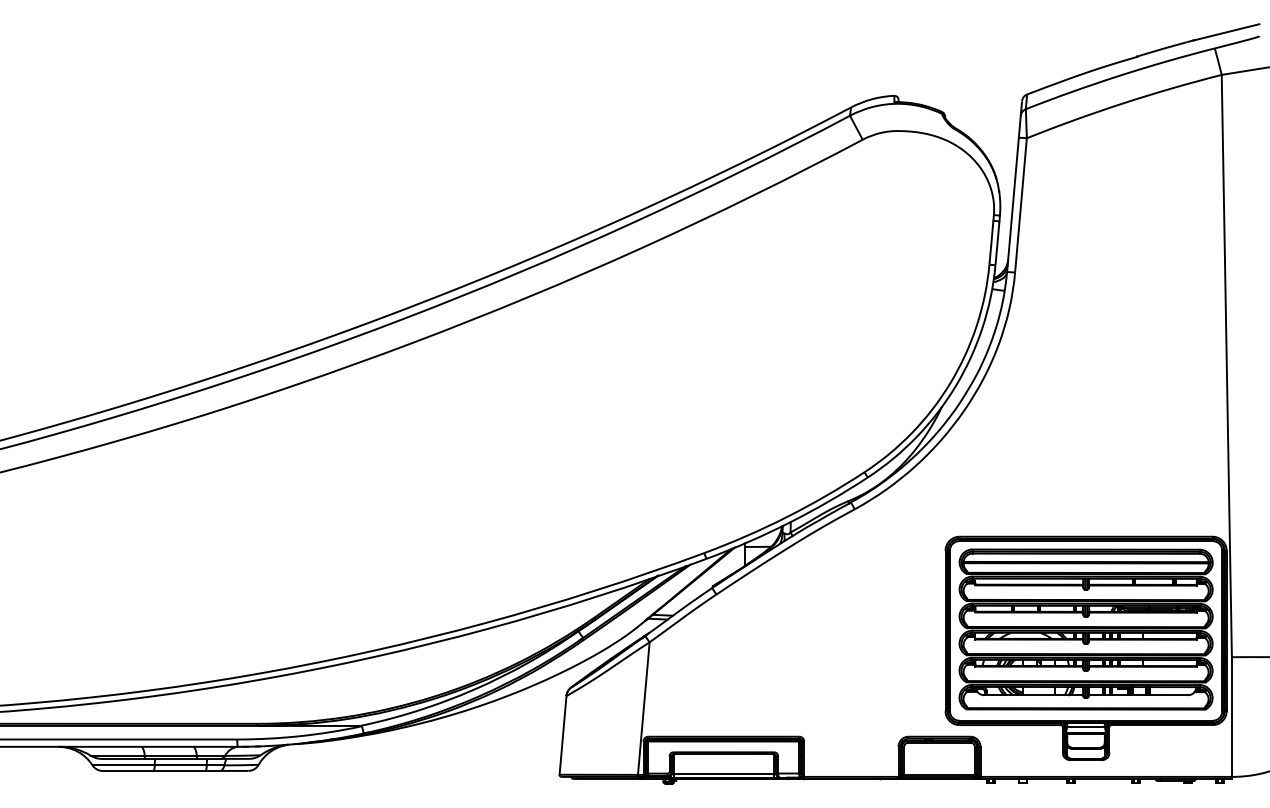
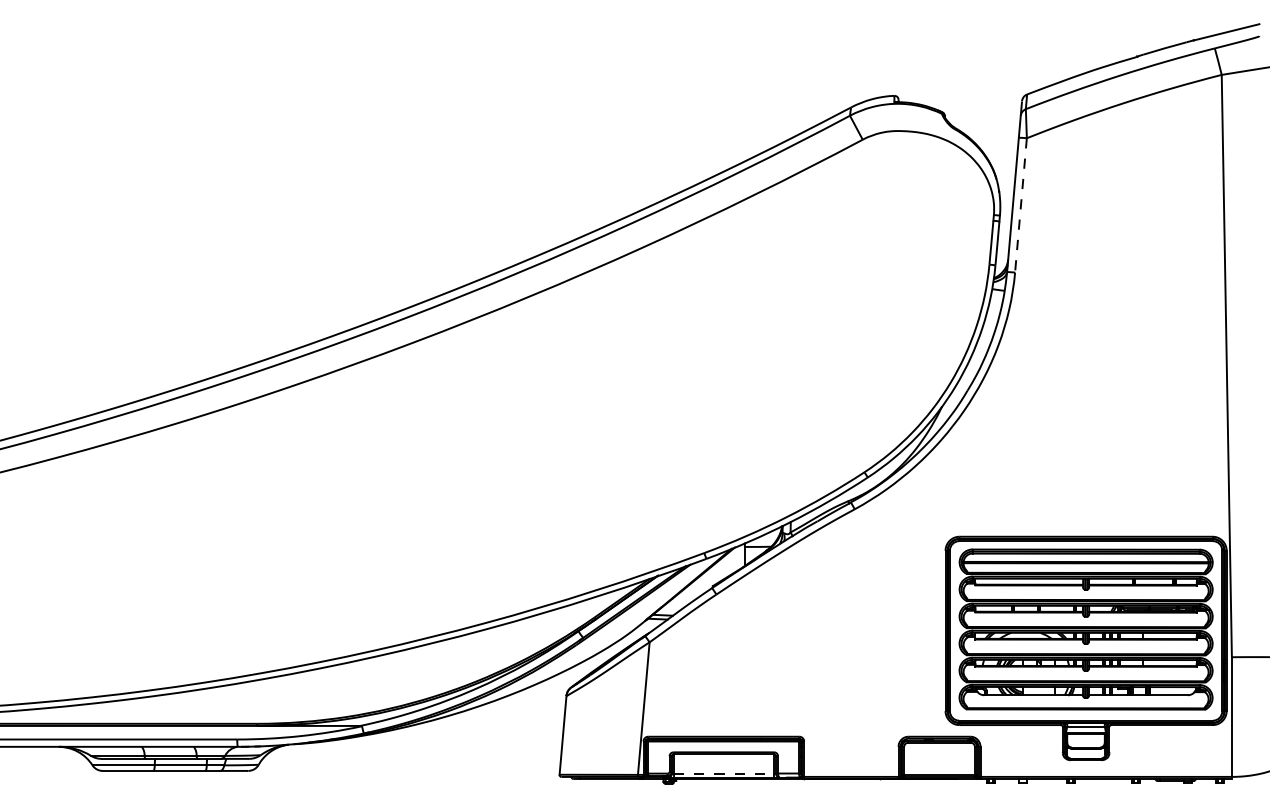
line at (1020, 205): solid -> dashed
line at (724, 773): solid -> dashed
